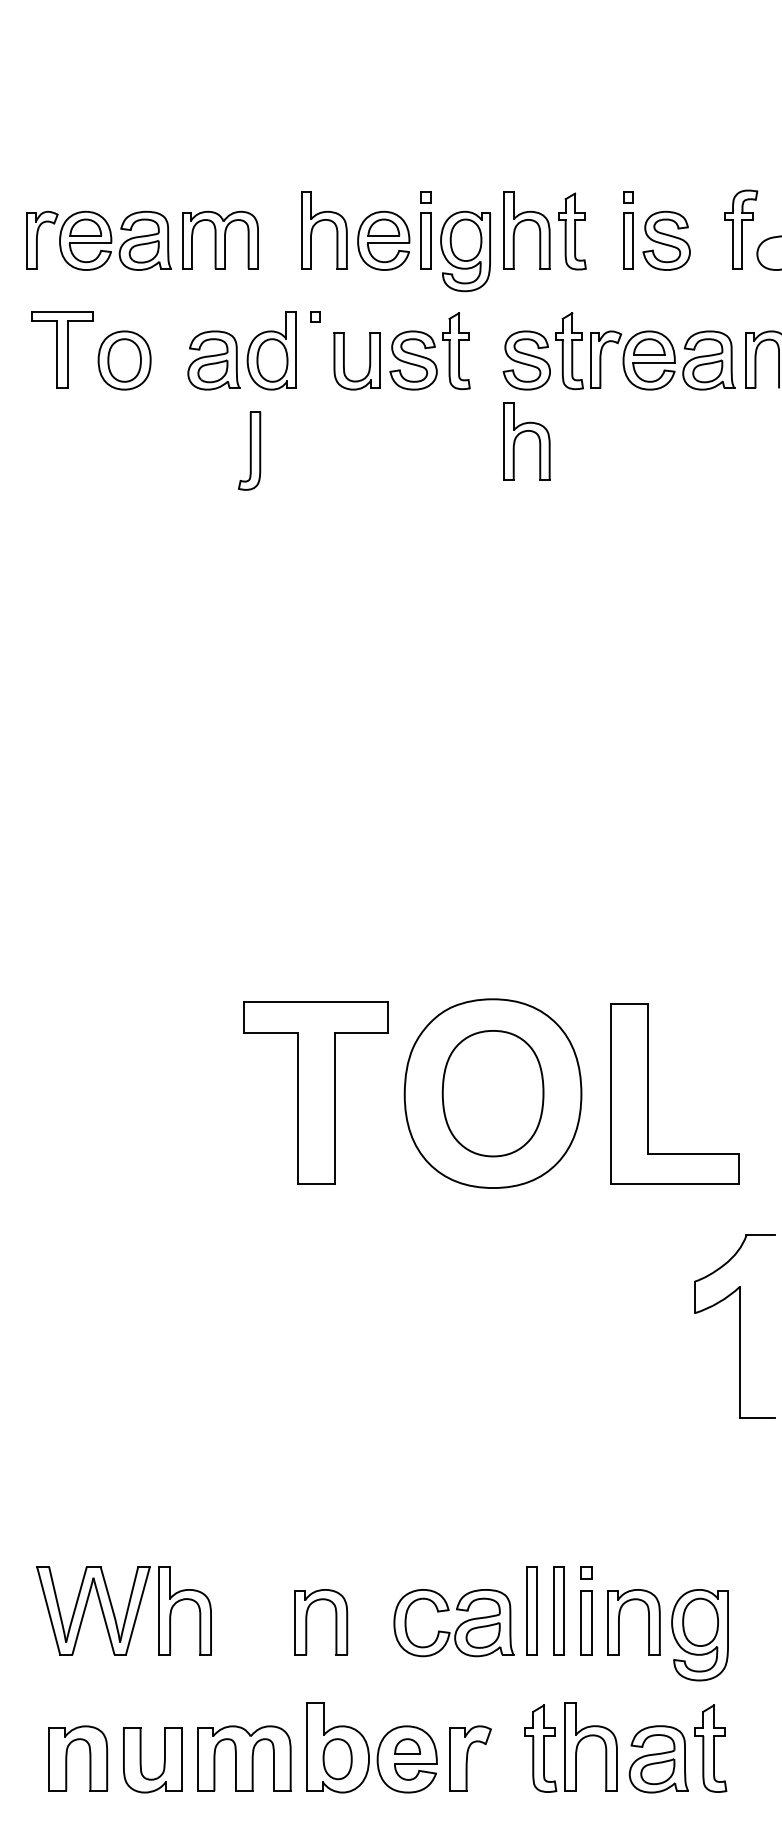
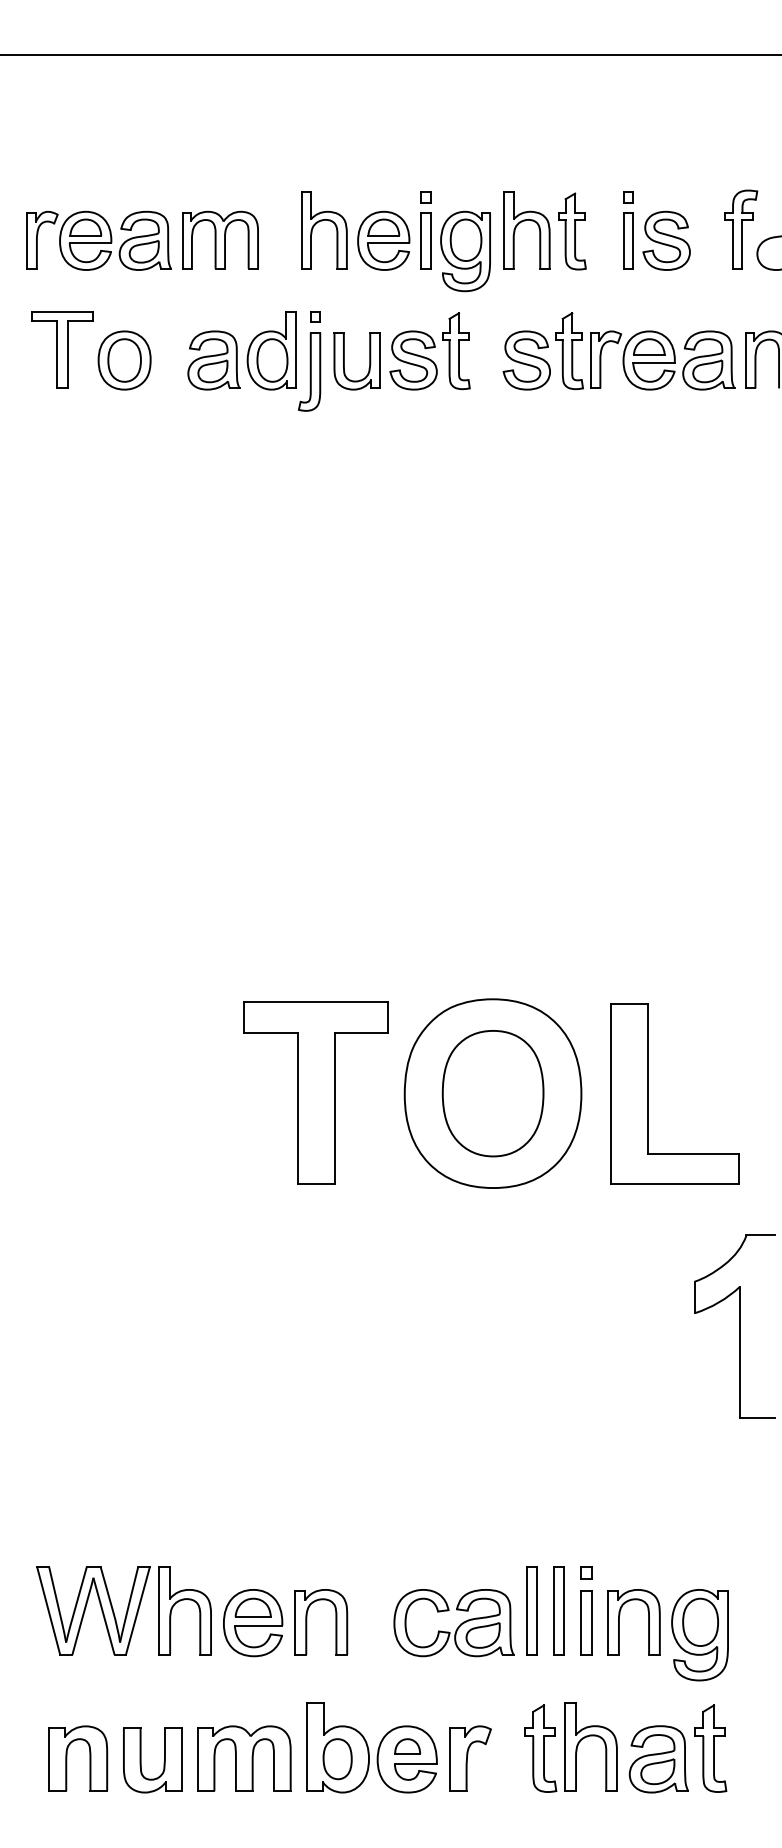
line at (390, 55): none -> present
part at (522, 433): present -> none
part at (249, 450) position: (249, 450) -> (309, 371)
part at (253, 1623): none -> present
